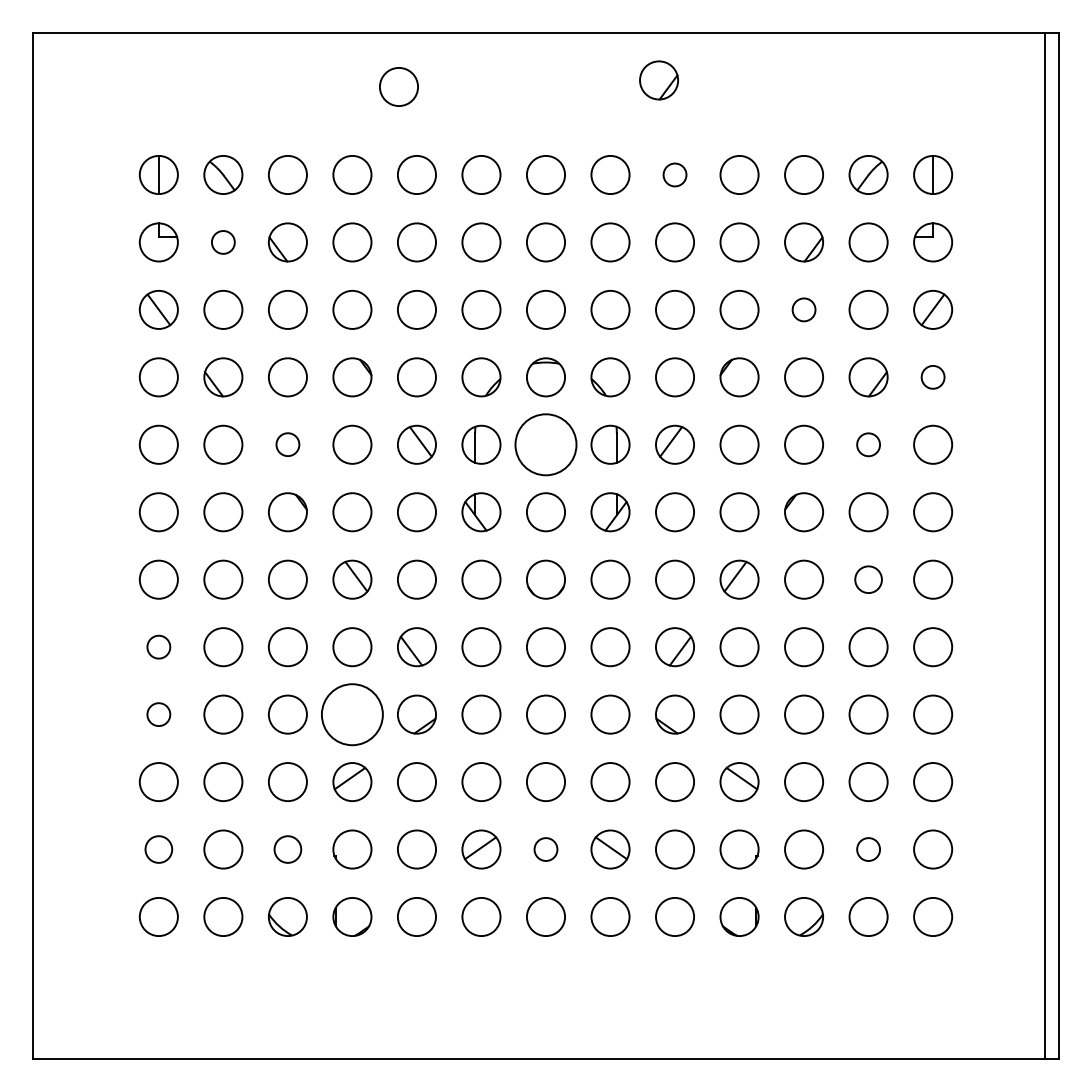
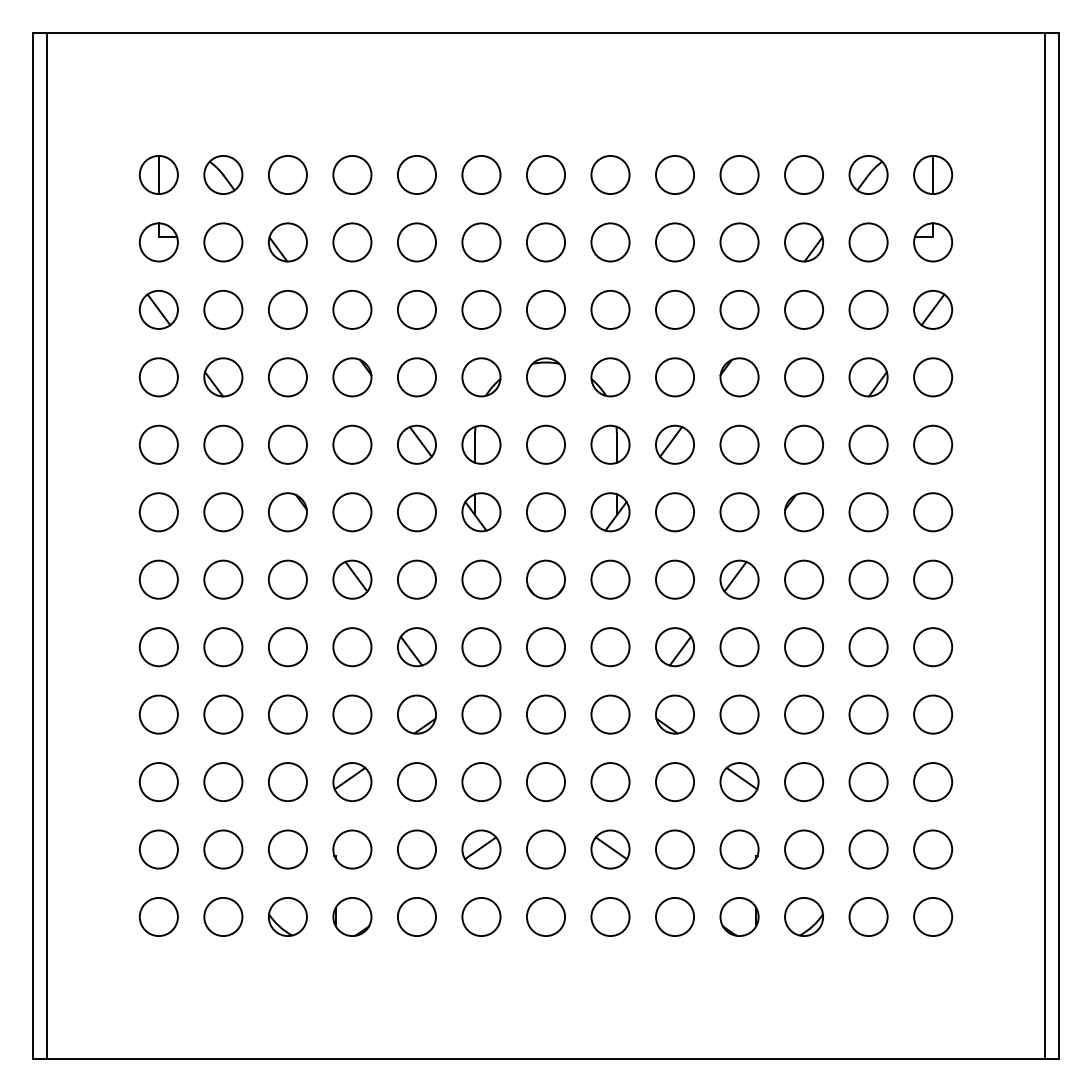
part at (658, 80): present -> none
circle at (398, 86): present -> none
circle at (674, 174) diameter: 23 px -> 38 px
circle at (222, 242) diameter: 23 px -> 38 px
circle at (803, 309) diameter: 23 px -> 38 px
circle at (932, 376) diameter: 23 px -> 38 px
circle at (287, 444) size: 26x25 px -> 40x41 px
circle at (545, 444) diameter: 61 px -> 38 px
circle at (868, 444) diameter: 23 px -> 38 px
line at (47, 545): none -> present
circle at (868, 579) diameter: 27 px -> 38 px
circle at (158, 646) diameter: 23 px -> 38 px
circle at (158, 714) diameter: 23 px -> 38 px
circle at (352, 714) size: 63x64 px -> 41x41 px
circle at (158, 849) diameter: 27 px -> 38 px
circle at (287, 849) diameter: 27 px -> 38 px
circle at (545, 849) diameter: 23 px -> 38 px
circle at (868, 849) diameter: 23 px -> 38 px
